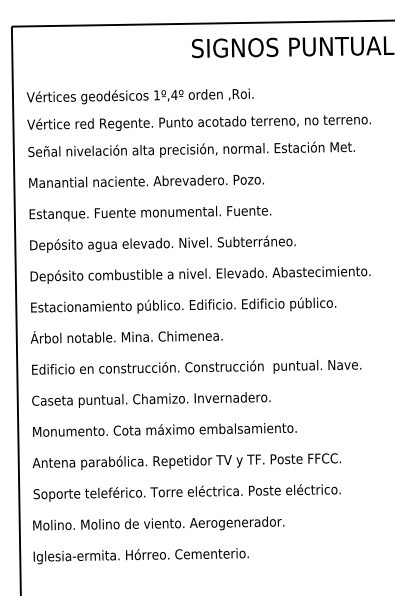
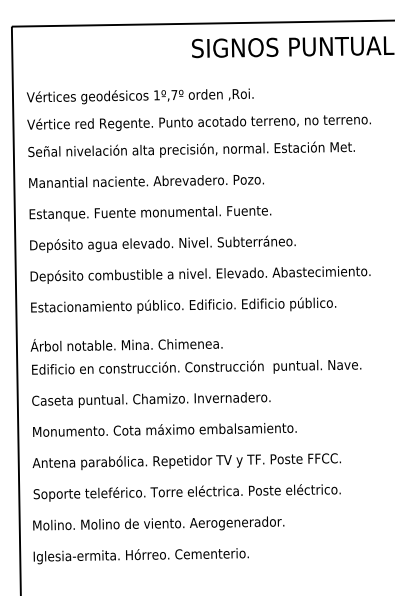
text at (174, 94): 1º,4º -> 1º,7º
text at (126, 337) position: (126, 337) -> (126, 345)
